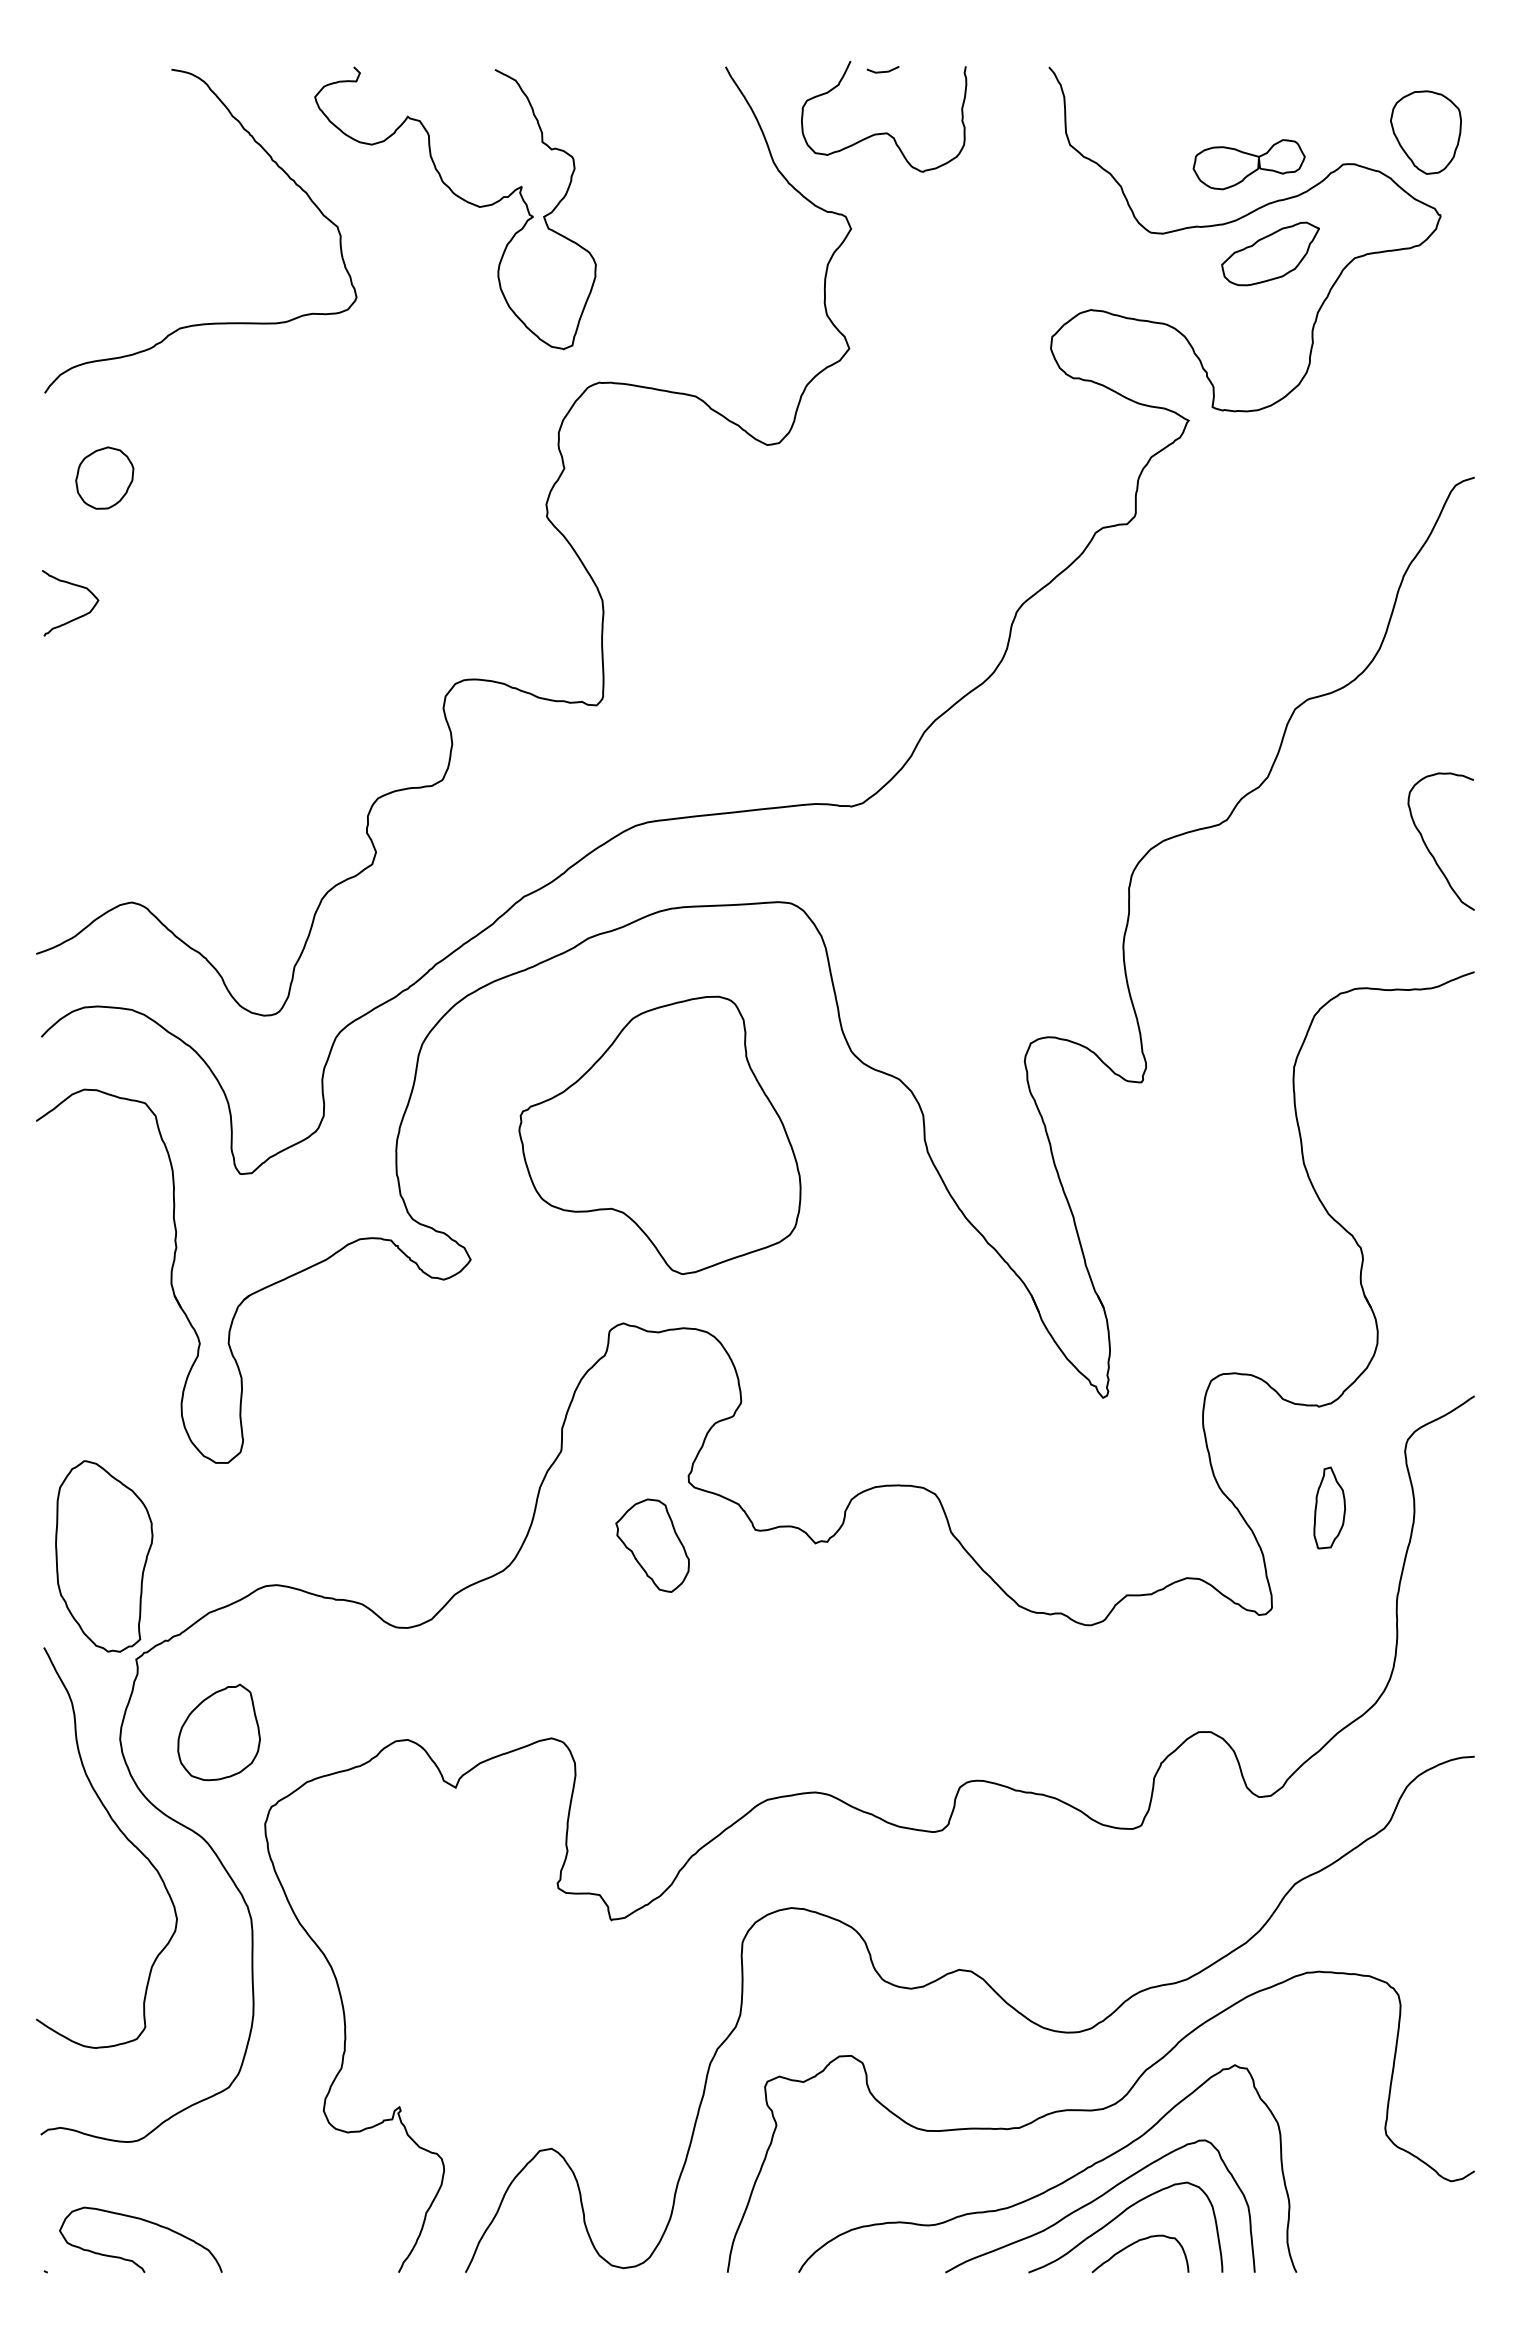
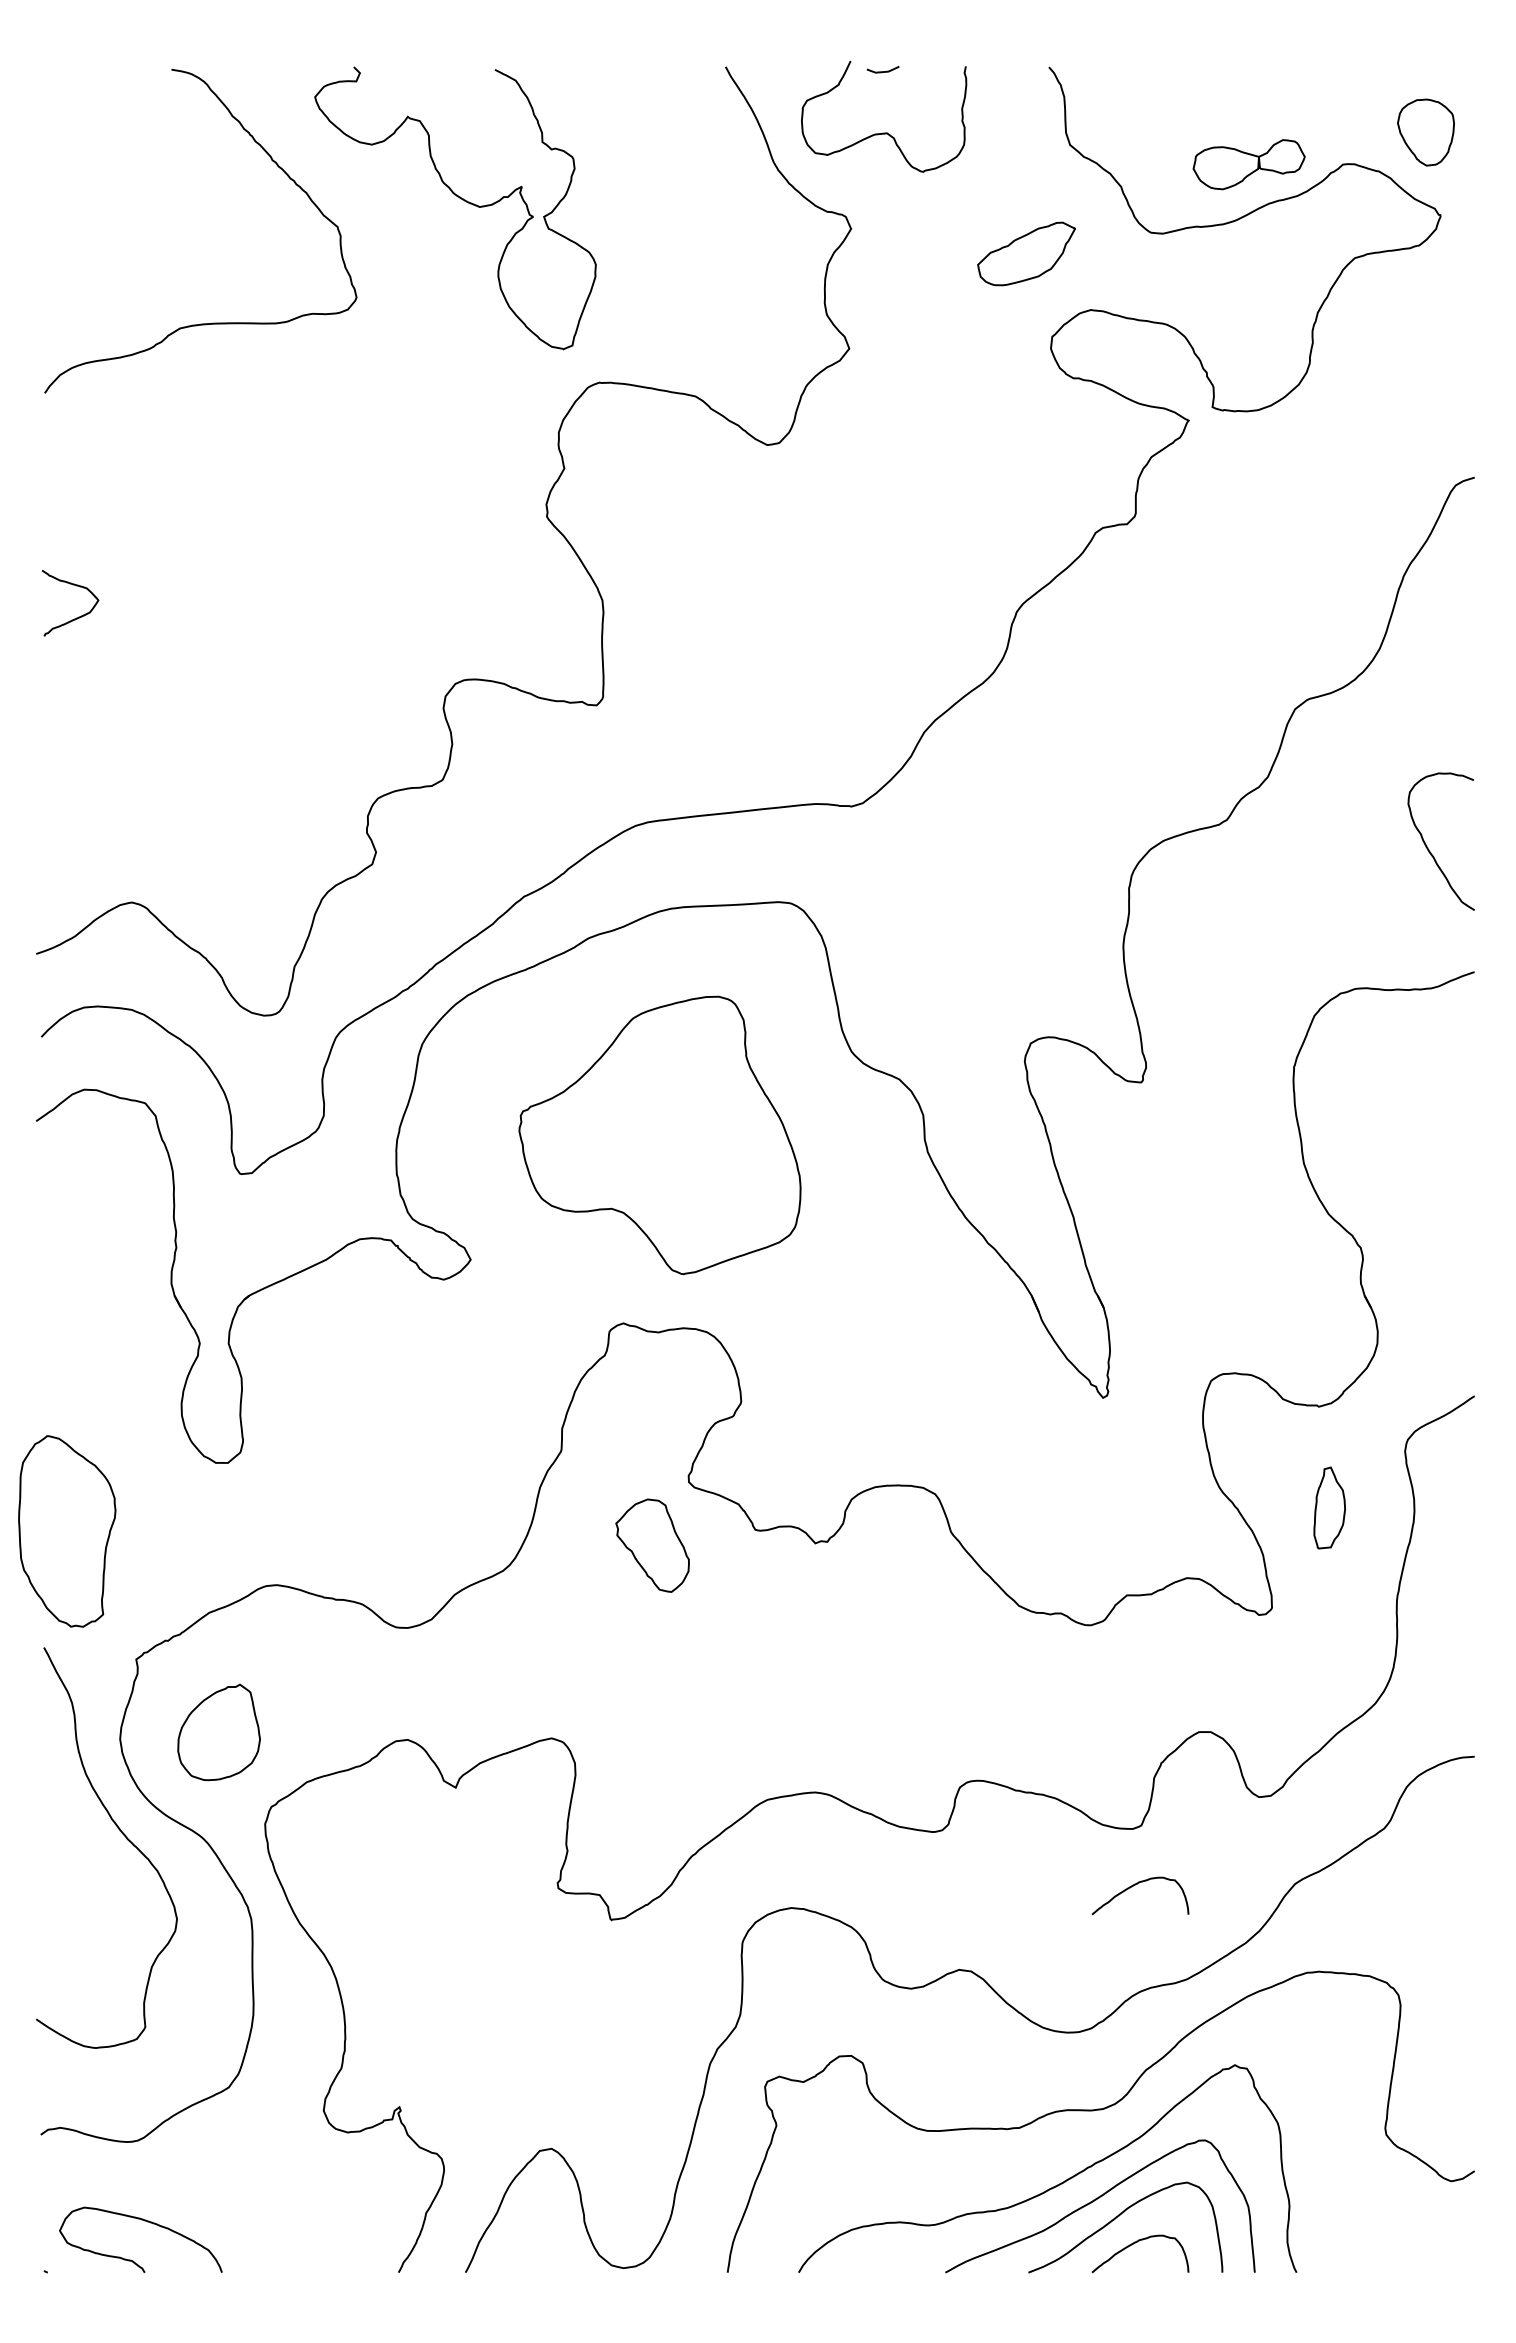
part at (1425, 132) size: 72x85 px -> 58x69 px
part at (1270, 253) position: (1270, 253) -> (1026, 253)
part at (104, 477): present -> none
part at (104, 1556) position: (104, 1556) -> (67, 1531)
curve at (1135, 1885): none -> present
